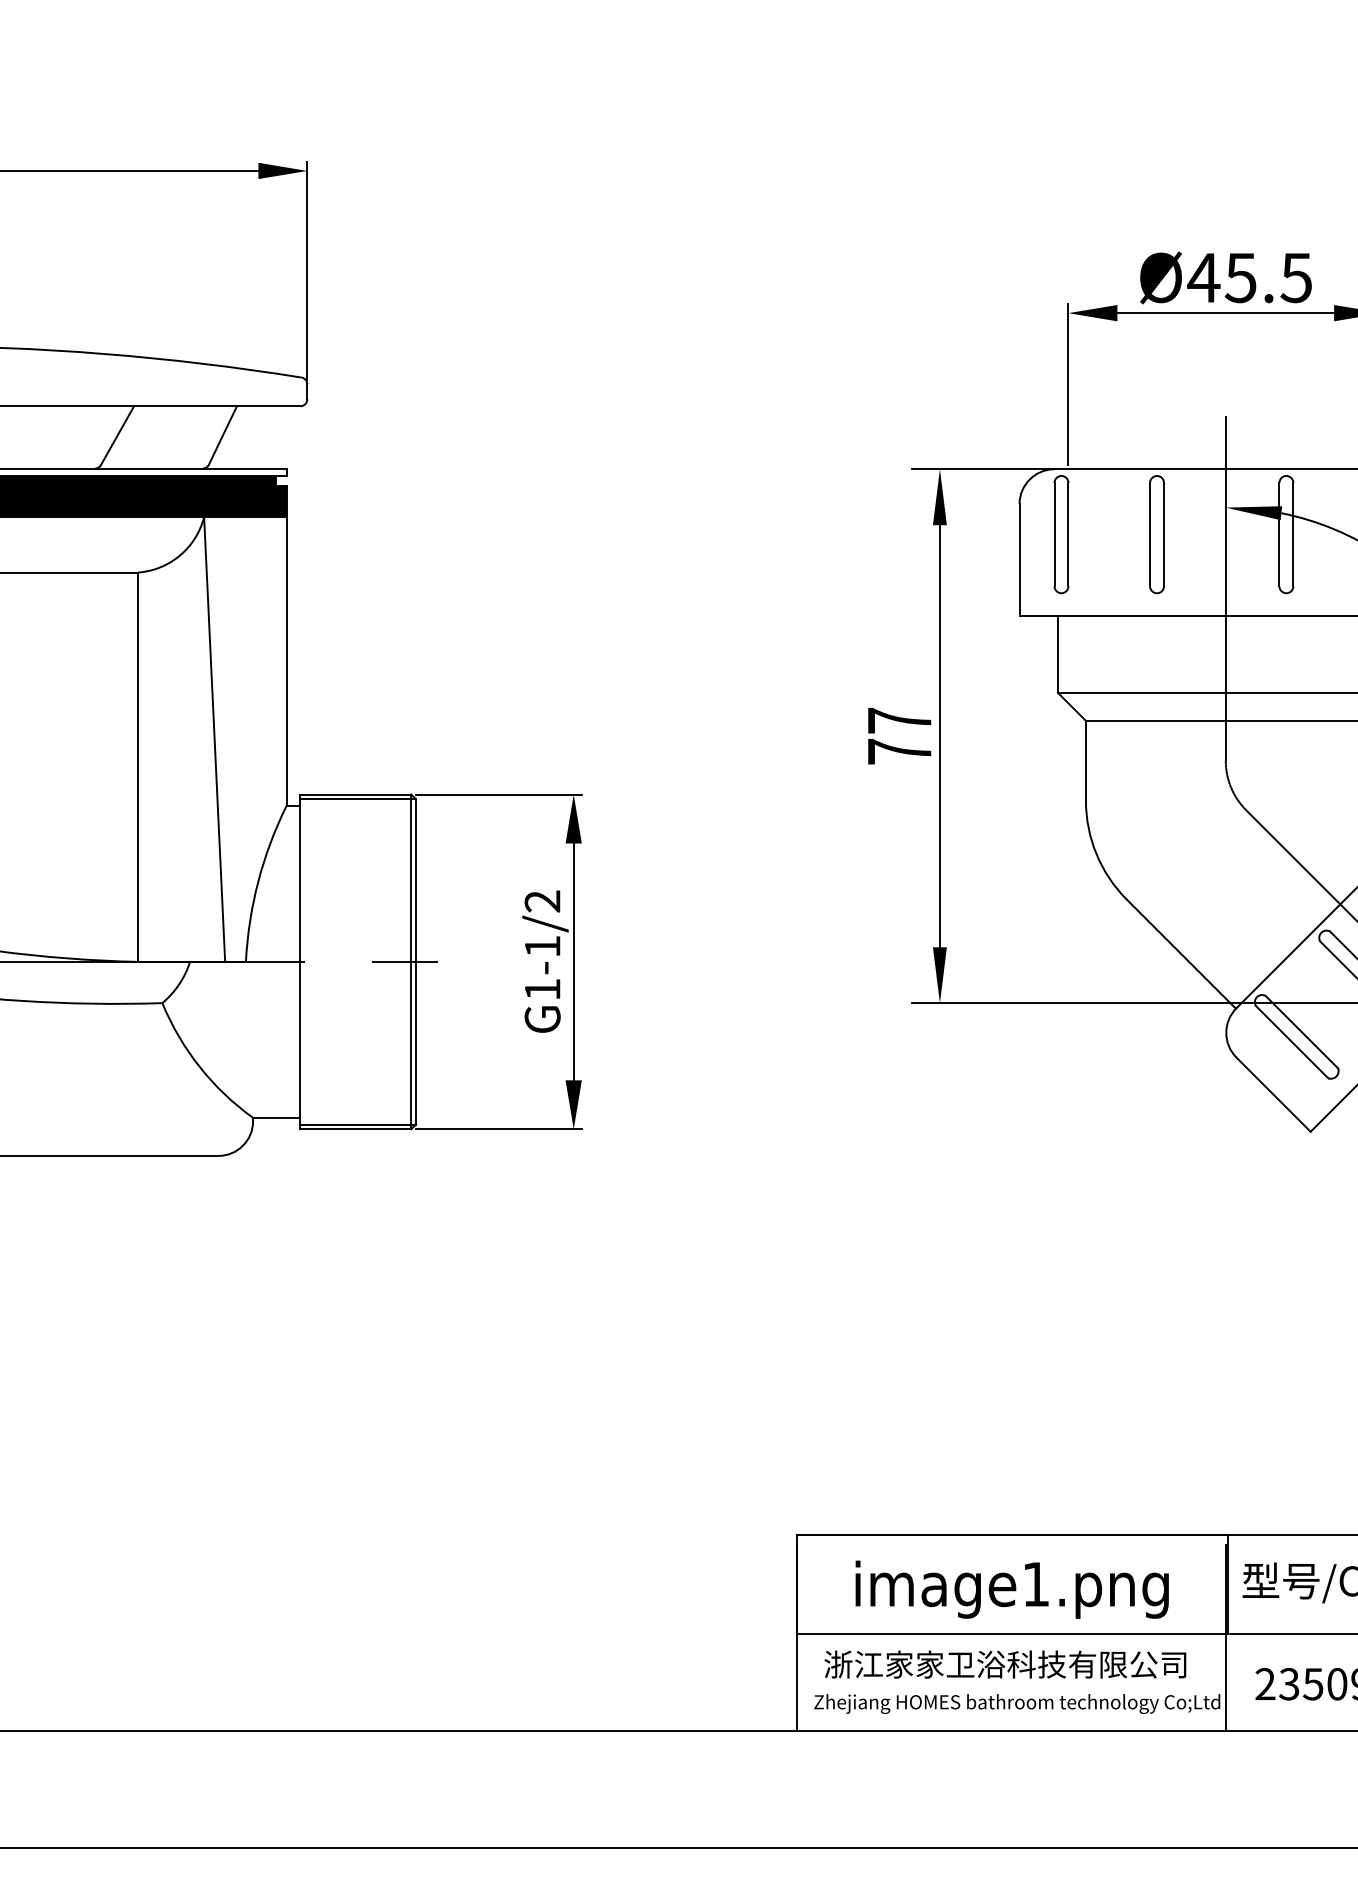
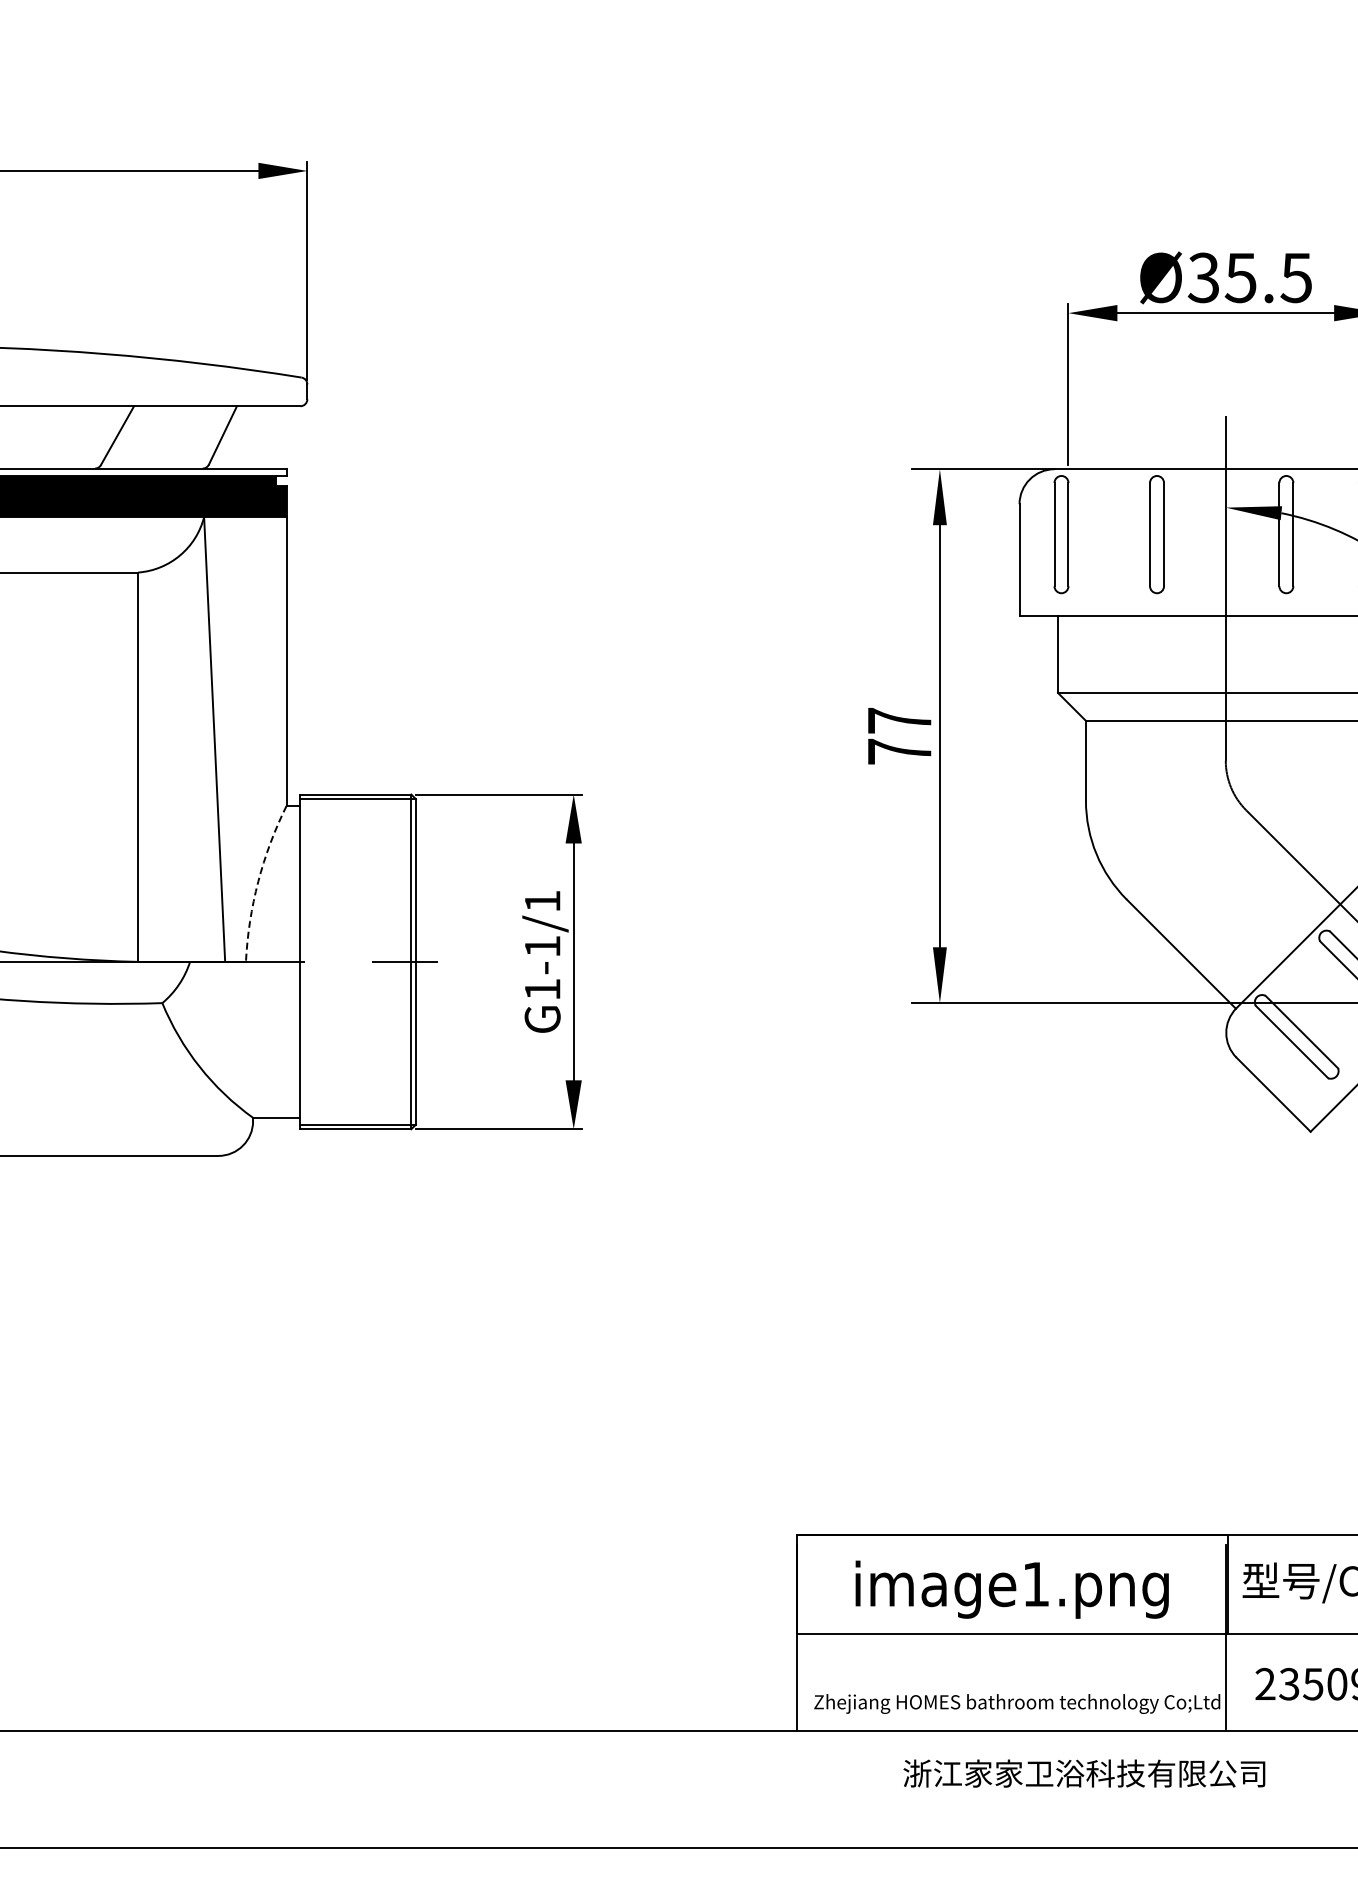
text at (1203, 277): Ø45.5 -> Ø35.5
arc at (258, 881): solid -> dashed
text at (542, 901): G1-1/2 -> G1-1/1
text at (1005, 1664) position: (1005, 1664) -> (1084, 1773)
